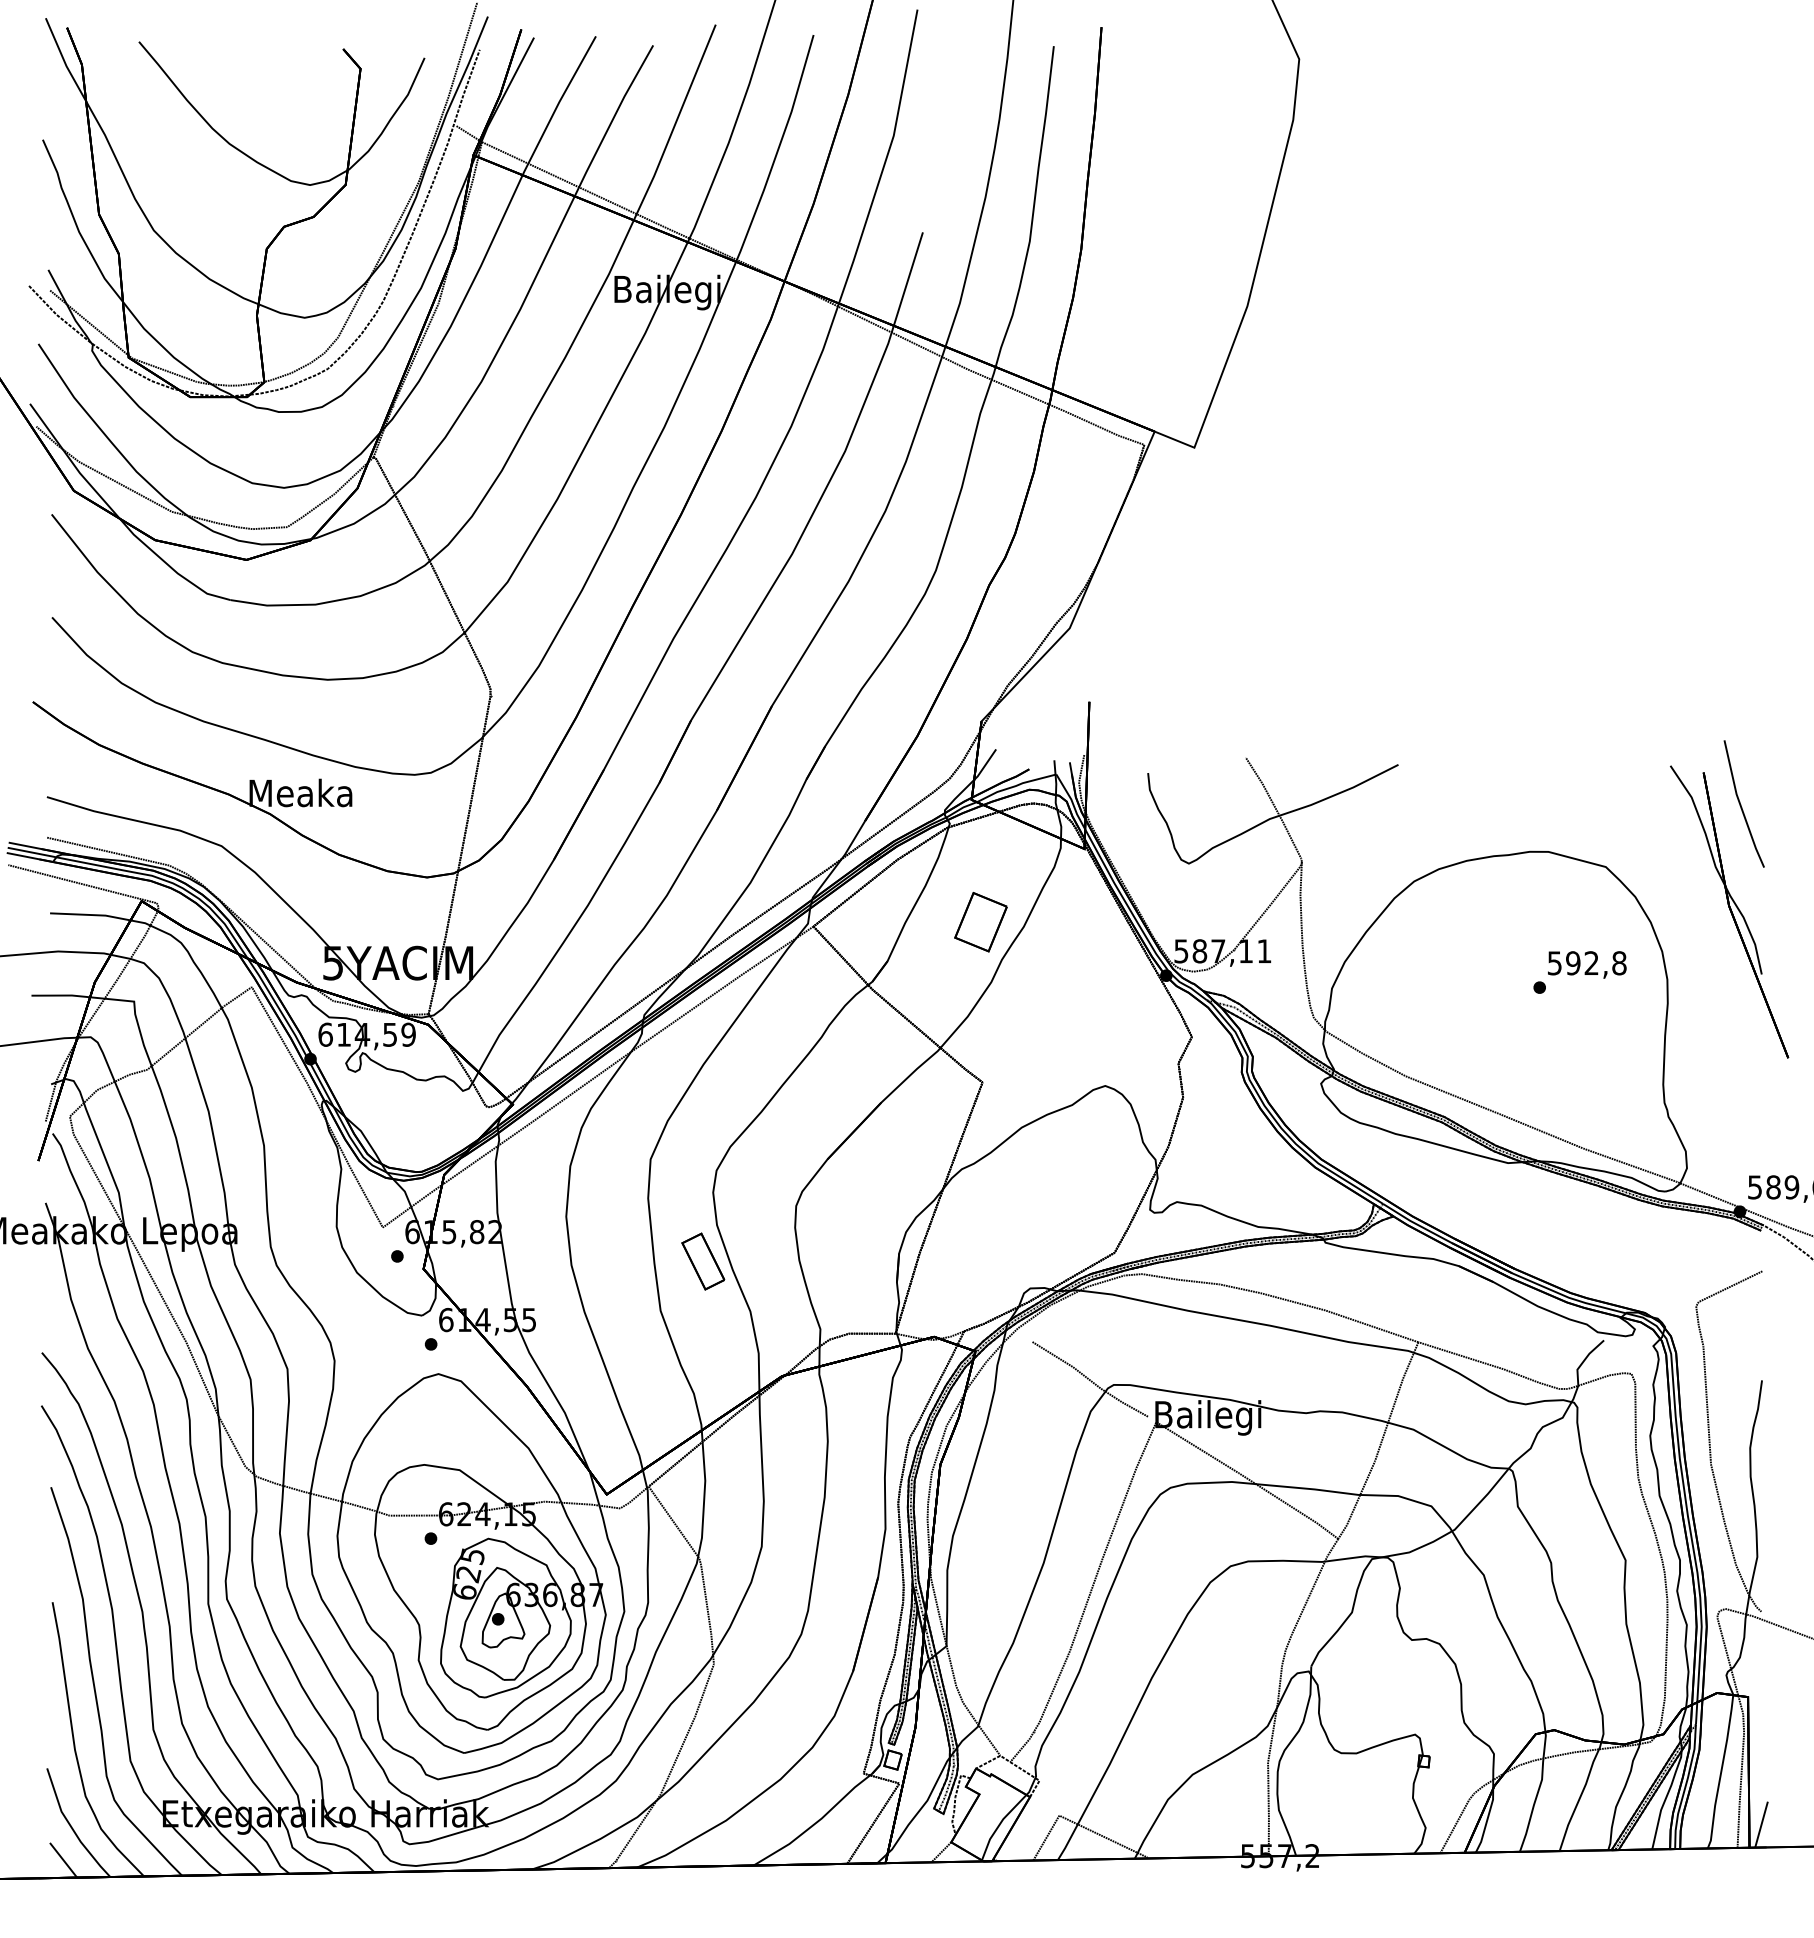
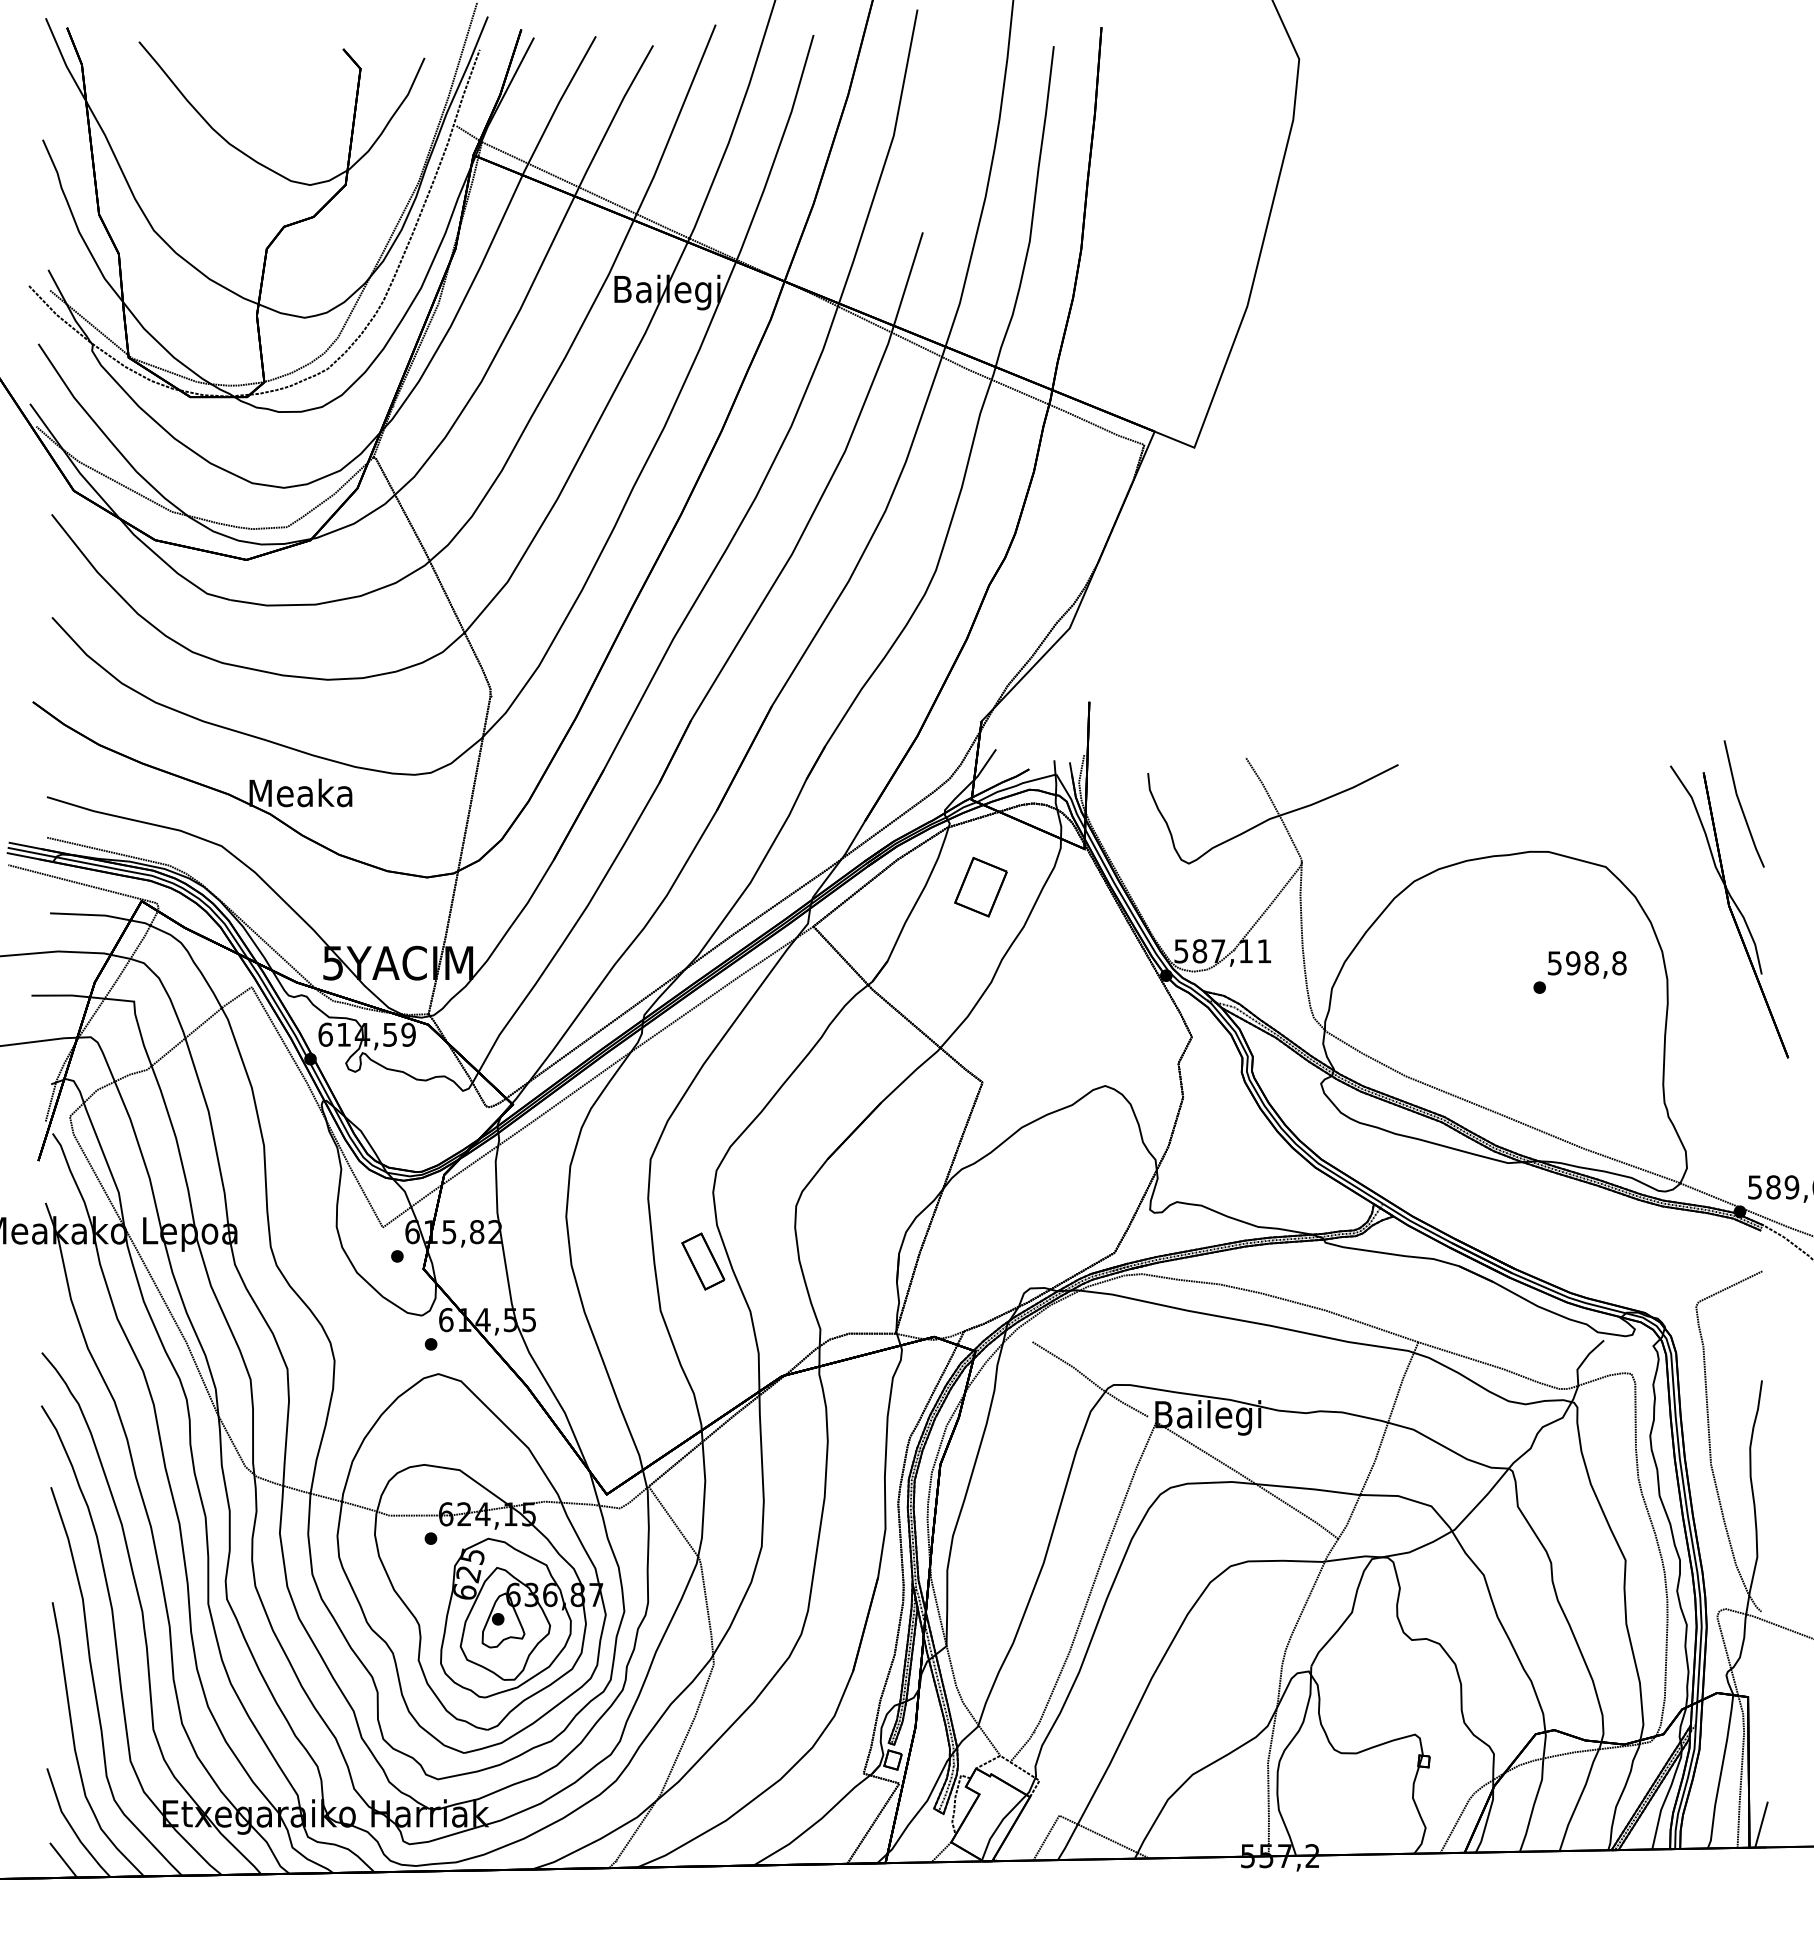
part at (980, 922) position: (980, 922) -> (980, 887)
text at (1591, 963): 592,8 -> 598,8
